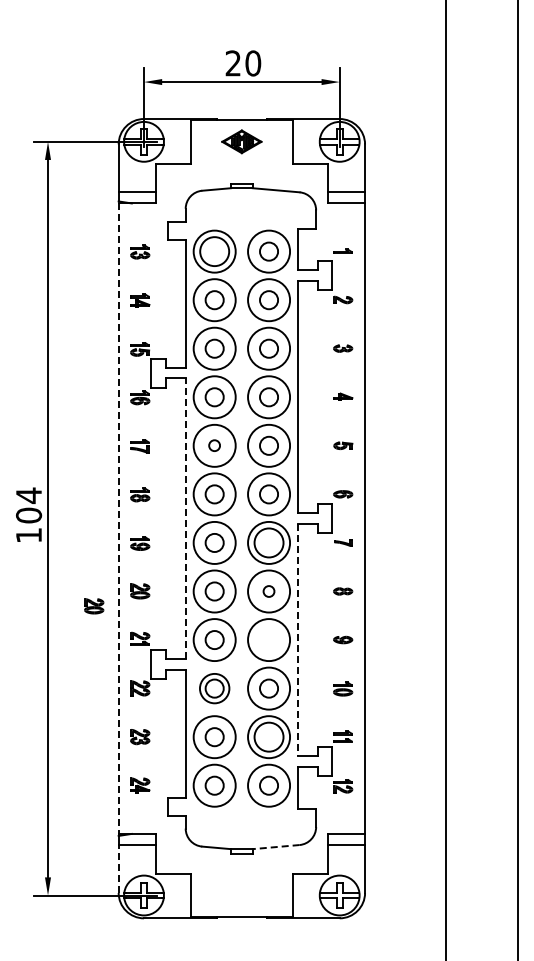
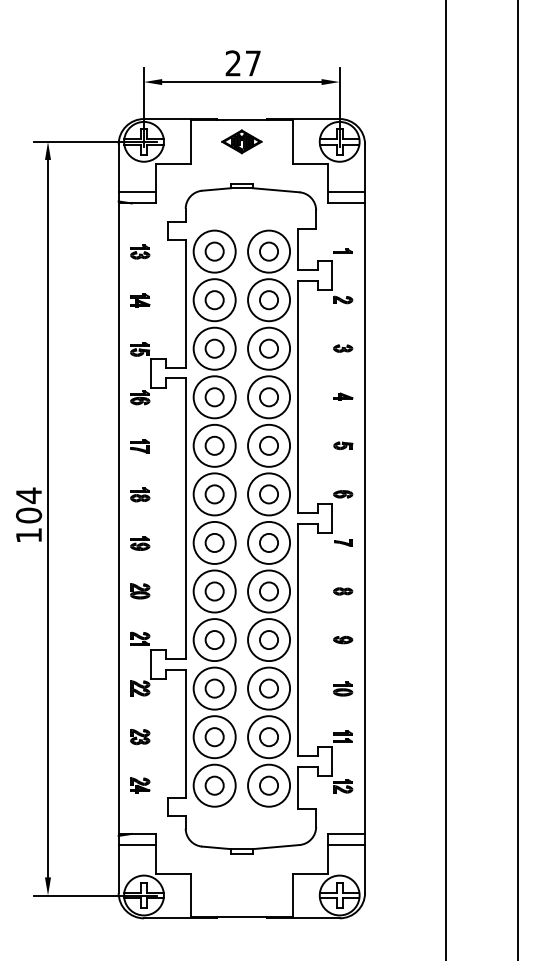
text at (253, 63): 20 -> 27
circle at (214, 251) diameter: 29 px -> 18 px
circle at (214, 445) size: 13x13 px -> 21x21 px
line at (185, 518): dashed -> solid
line at (118, 519): dashed -> solid
circle at (268, 542) diameter: 29 px -> 18 px
circle at (268, 591) size: 14x13 px -> 20x21 px
part at (94, 606): present -> none
circle at (268, 639): none -> present
line at (298, 640): dashed -> solid
circle at (214, 688) diameter: 29 px -> 42 px
circle at (268, 736) diameter: 29 px -> 18 px
line at (276, 847): dashed -> solid
line at (118, 869): dashed -> solid
